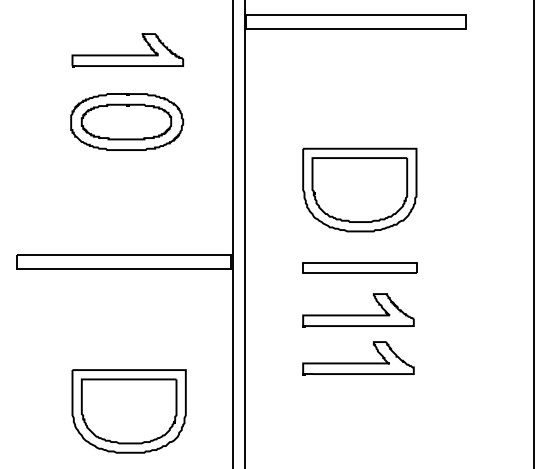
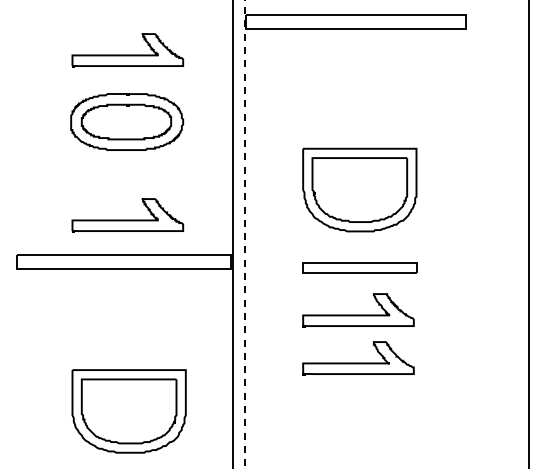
part at (127, 215): none -> present
line at (533, 233) position: (533, 233) -> (528, 233)
line at (244, 234): solid -> dashed
